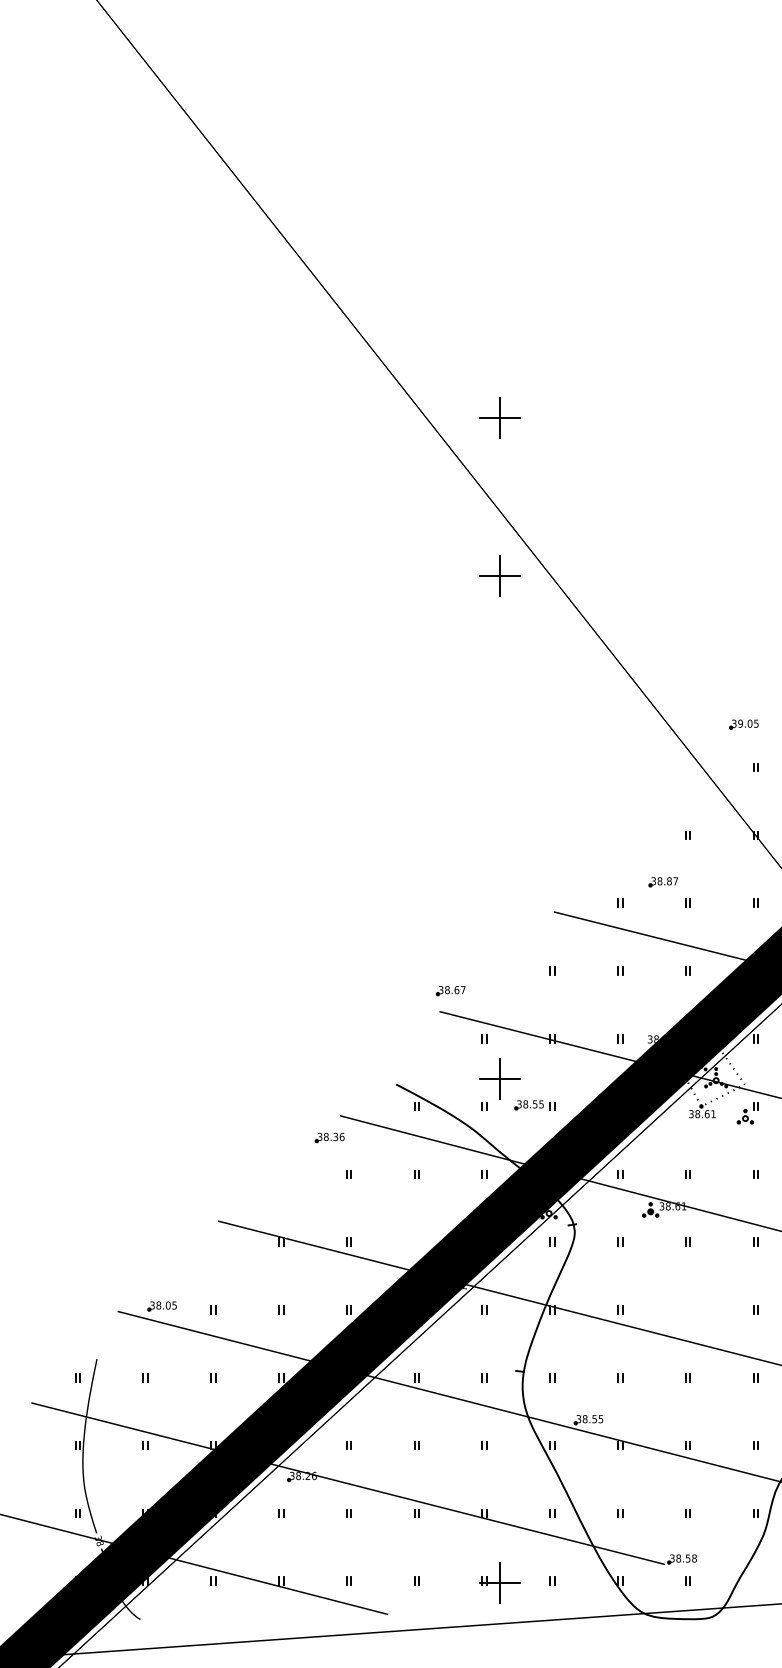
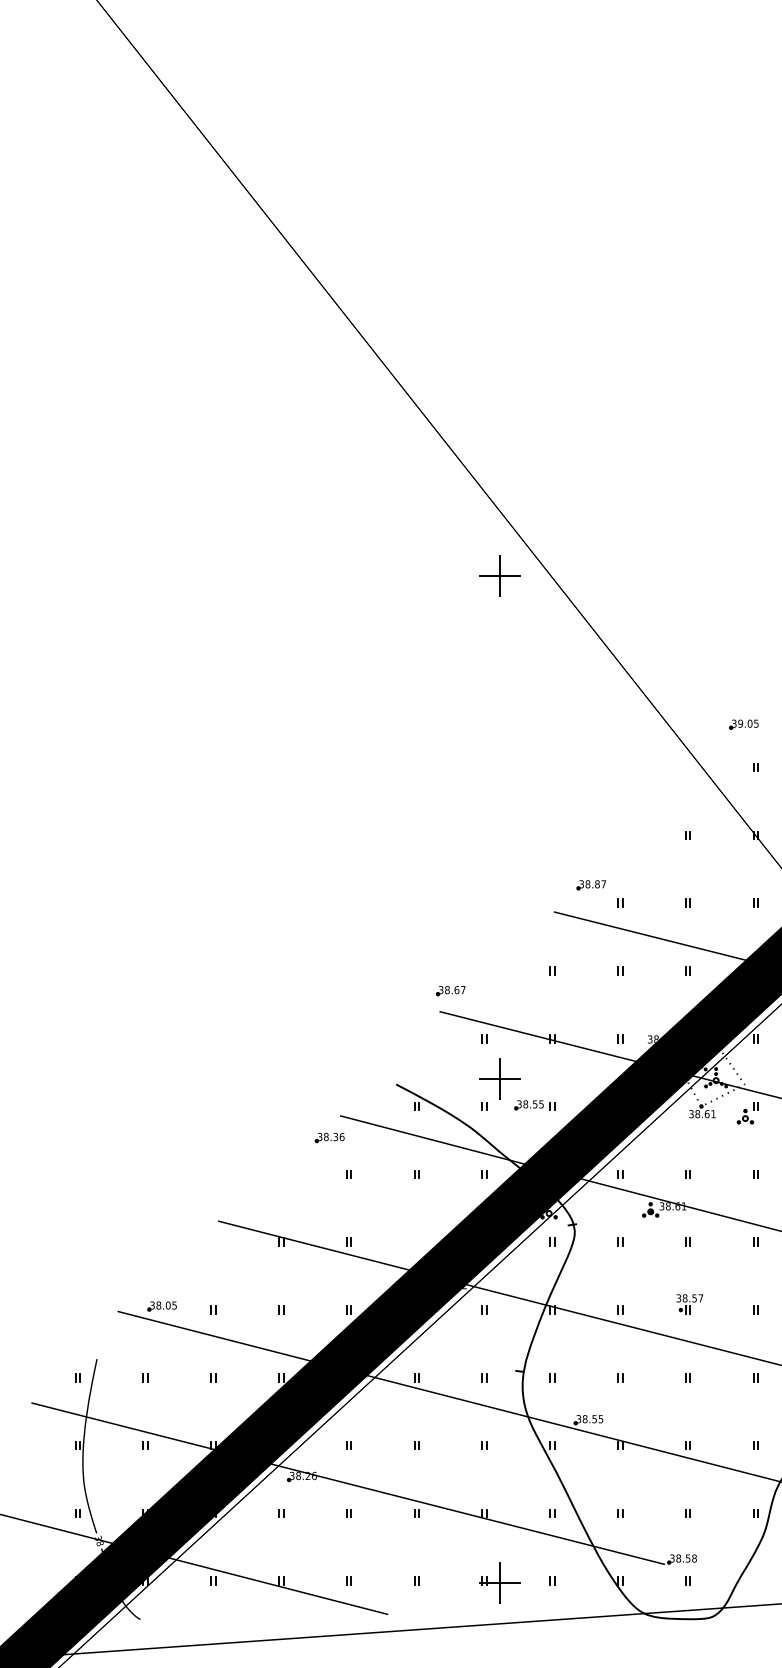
part at (499, 417): present -> none
part at (662, 882) position: (662, 882) -> (590, 885)
part at (689, 1304): none -> present
